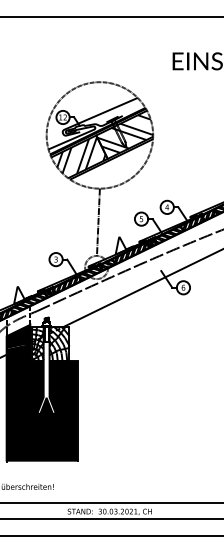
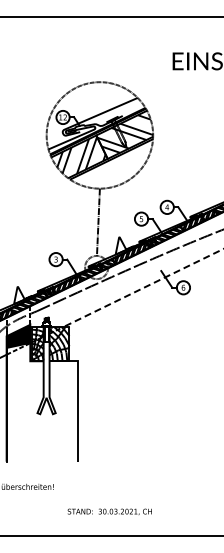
line at (142, 288): solid -> dashed
fill at (41, 402): present -> none
line at (111, 503): present -> none
line at (111, 518): present -> none
